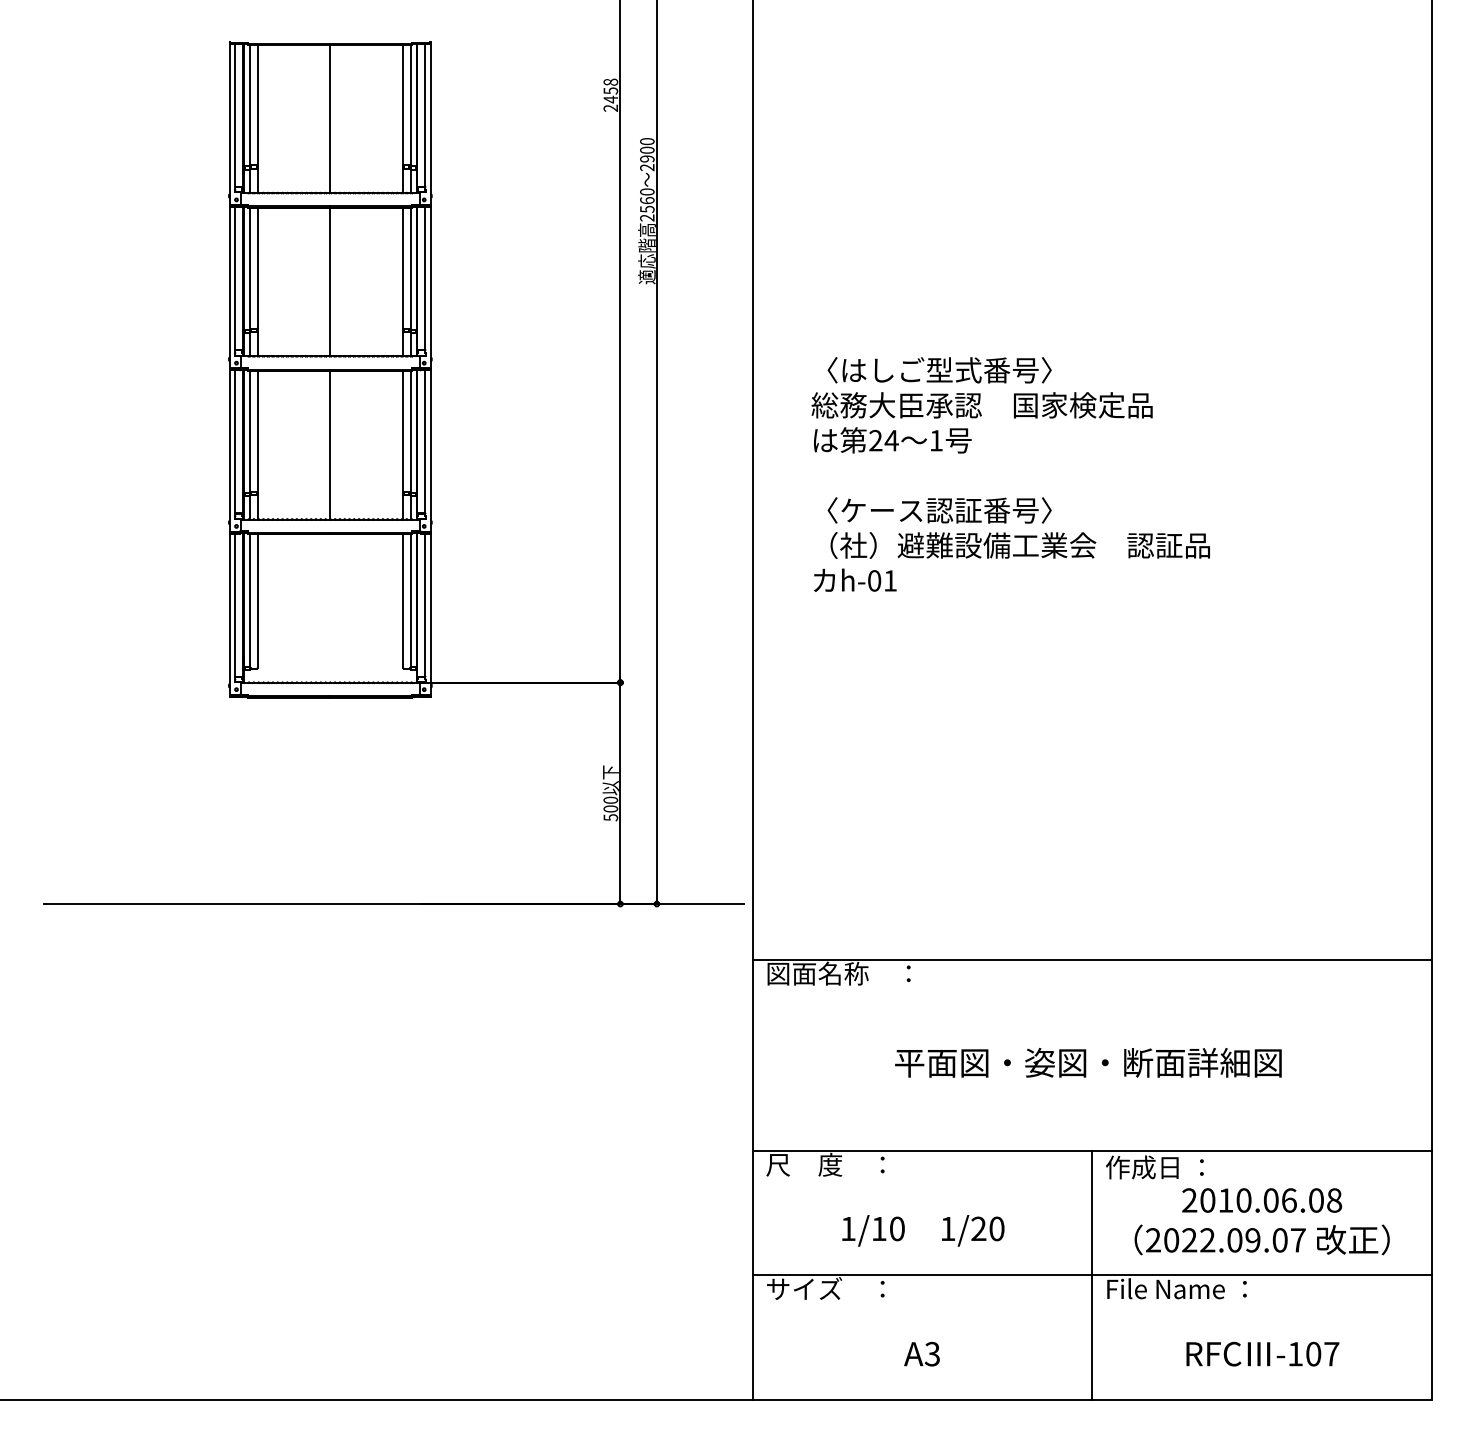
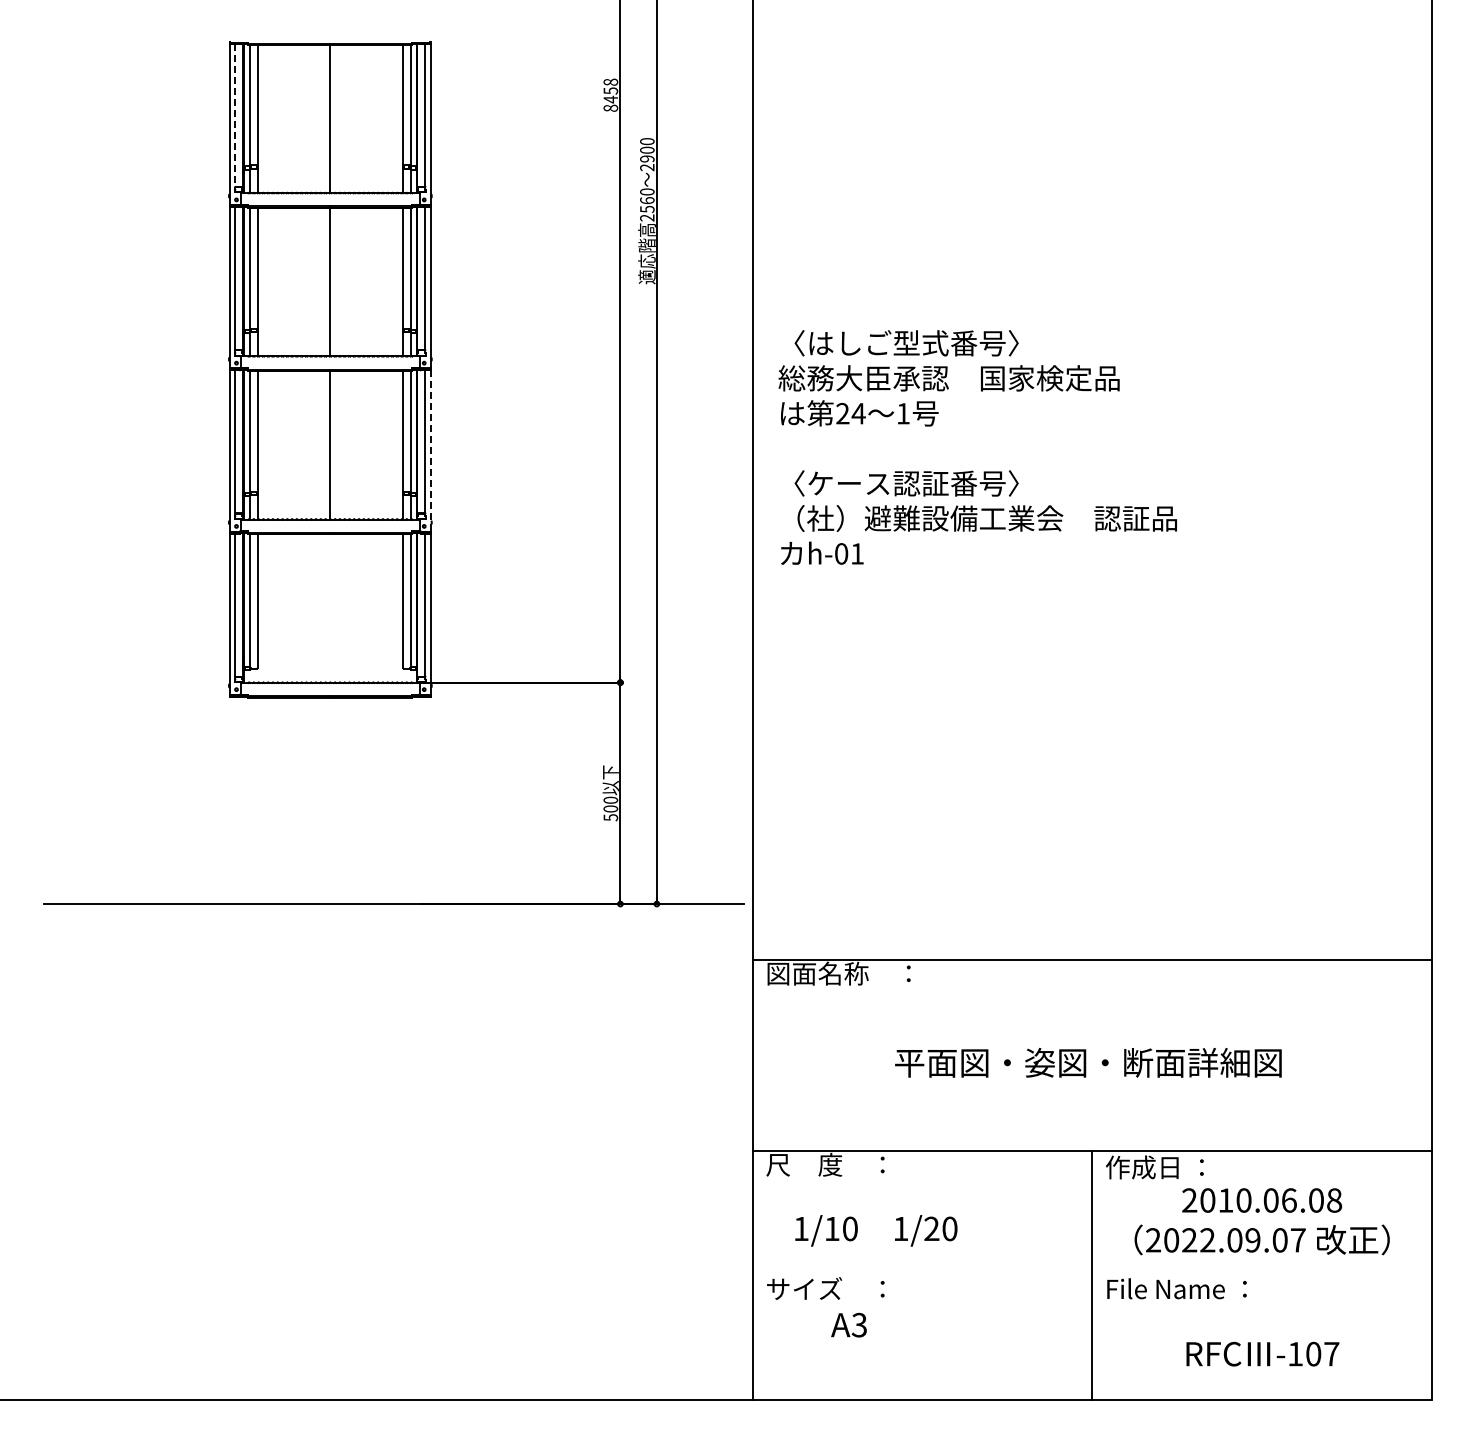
text at (610, 107): 2458 -> 8458
line at (235, 115): solid -> dashed
line at (431, 451): solid -> dashed
text at (1010, 474) position: (1010, 474) -> (977, 447)
text at (923, 1230) position: (923, 1230) -> (876, 1230)
line at (1092, 1275): present -> none
text at (921, 1353) position: (921, 1353) -> (848, 1324)
